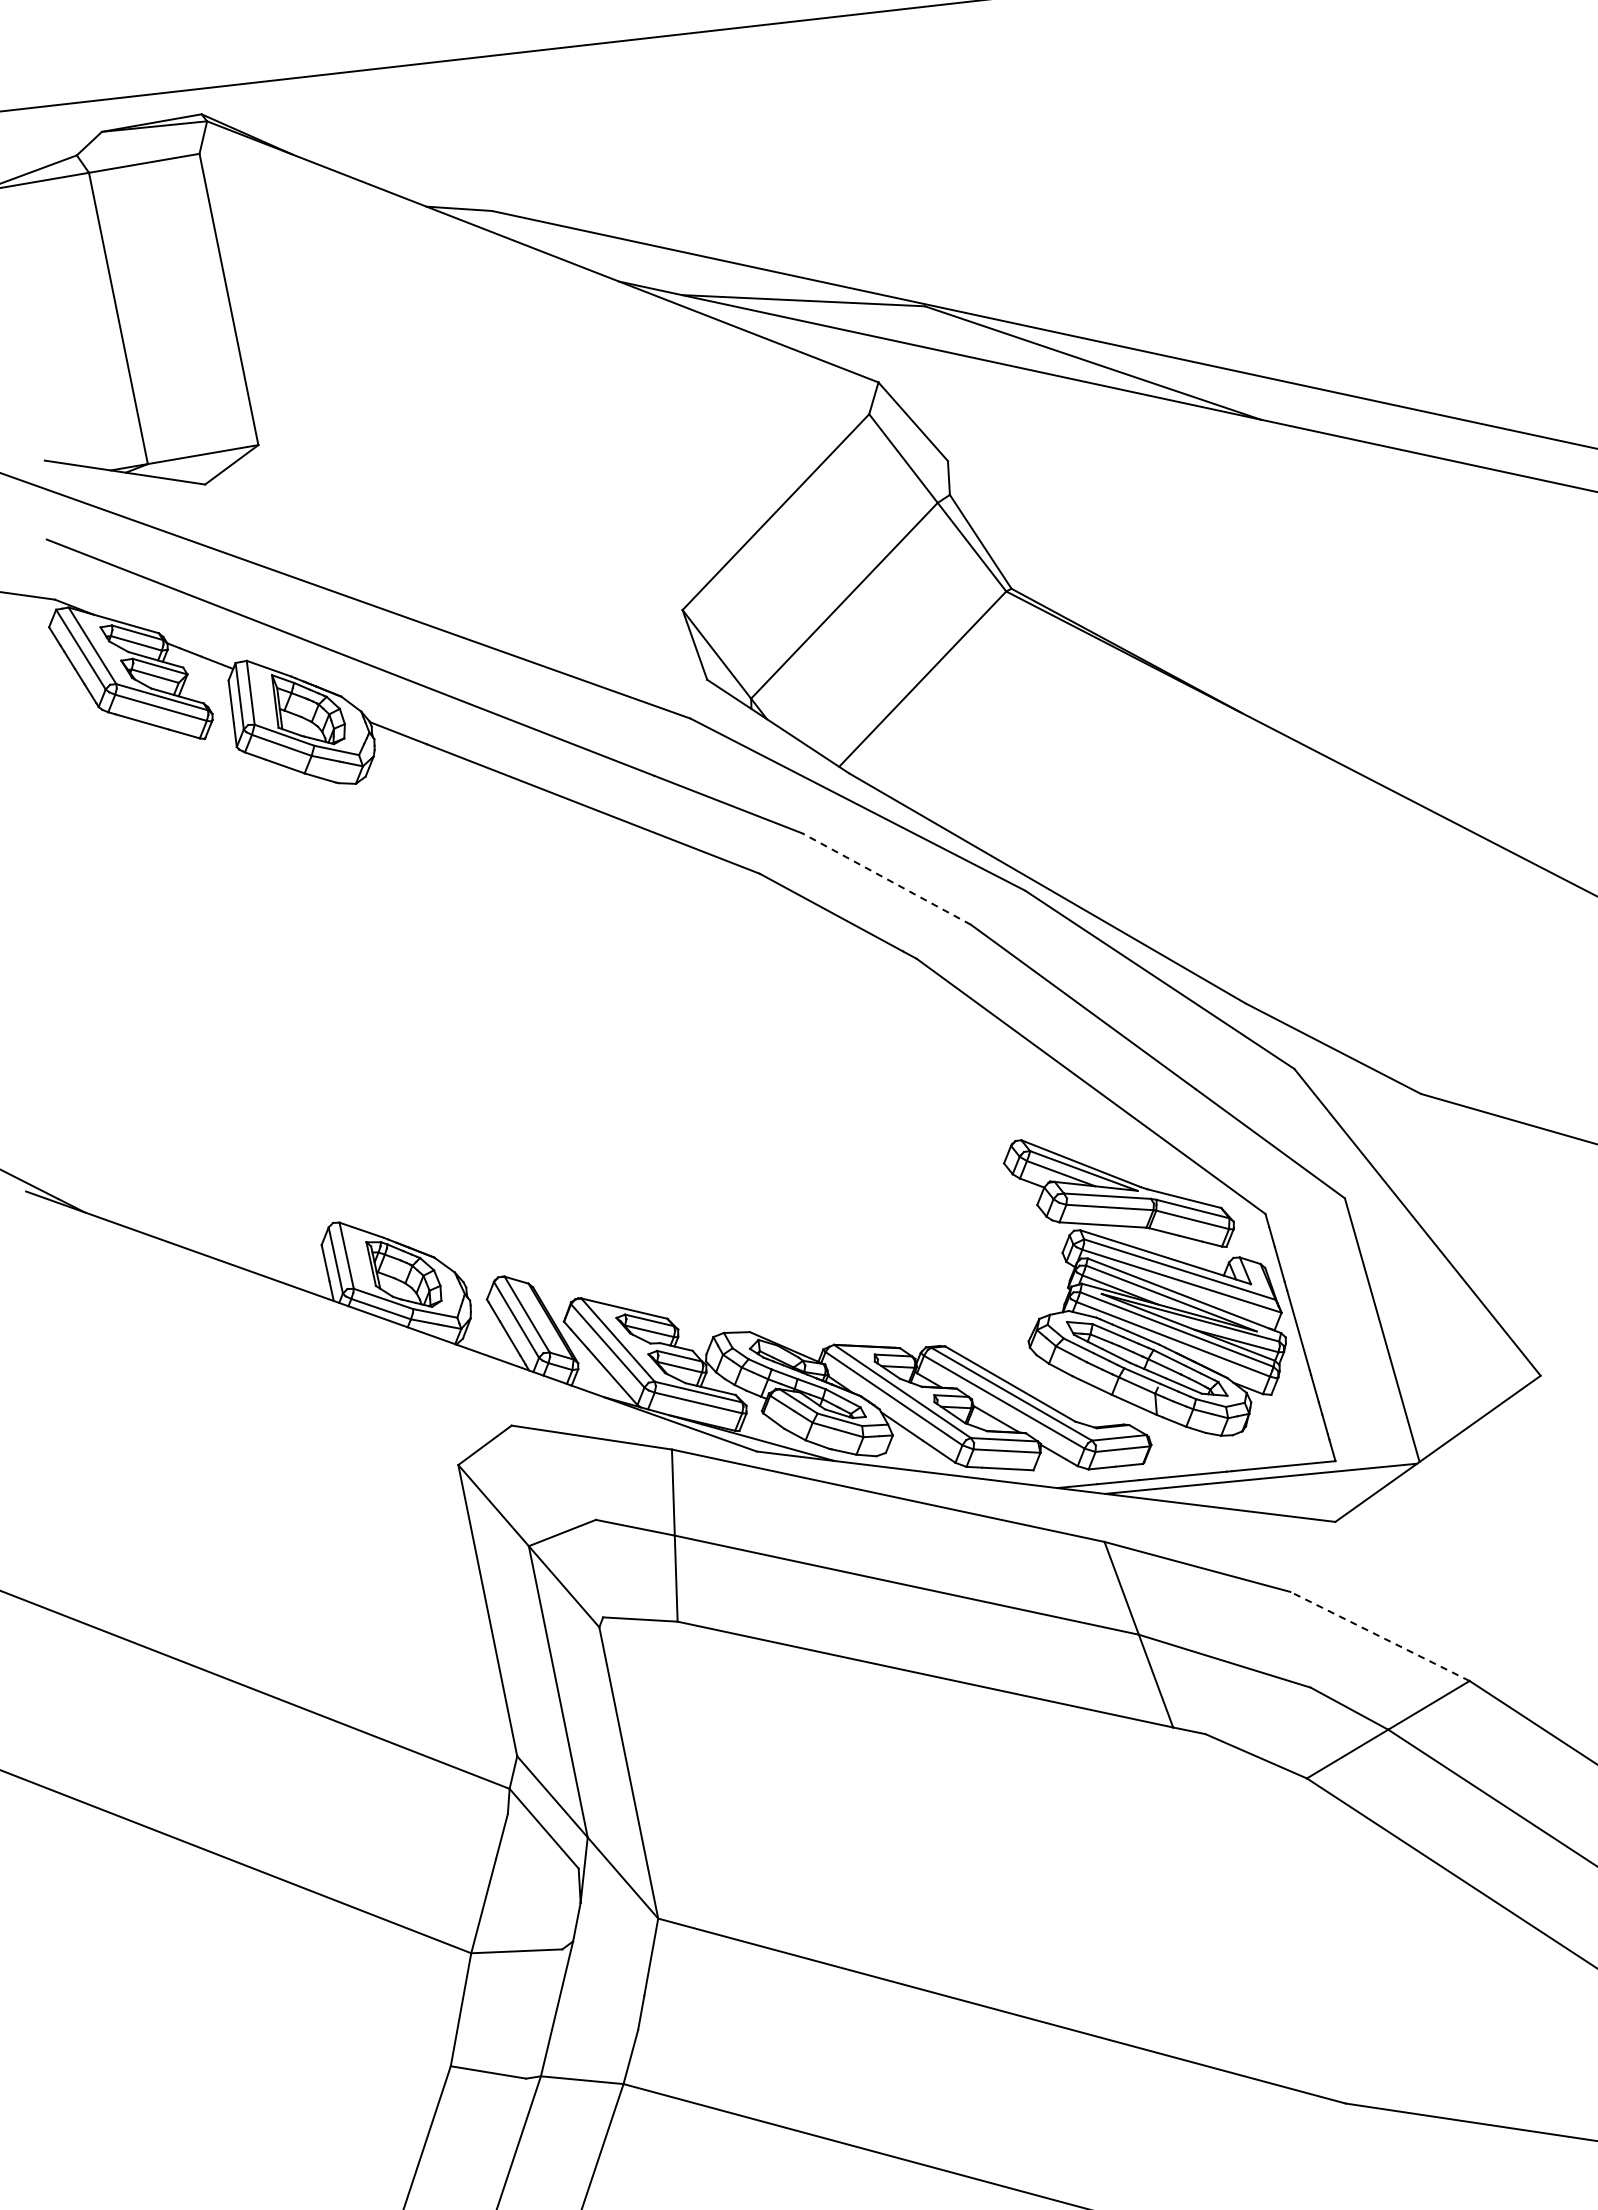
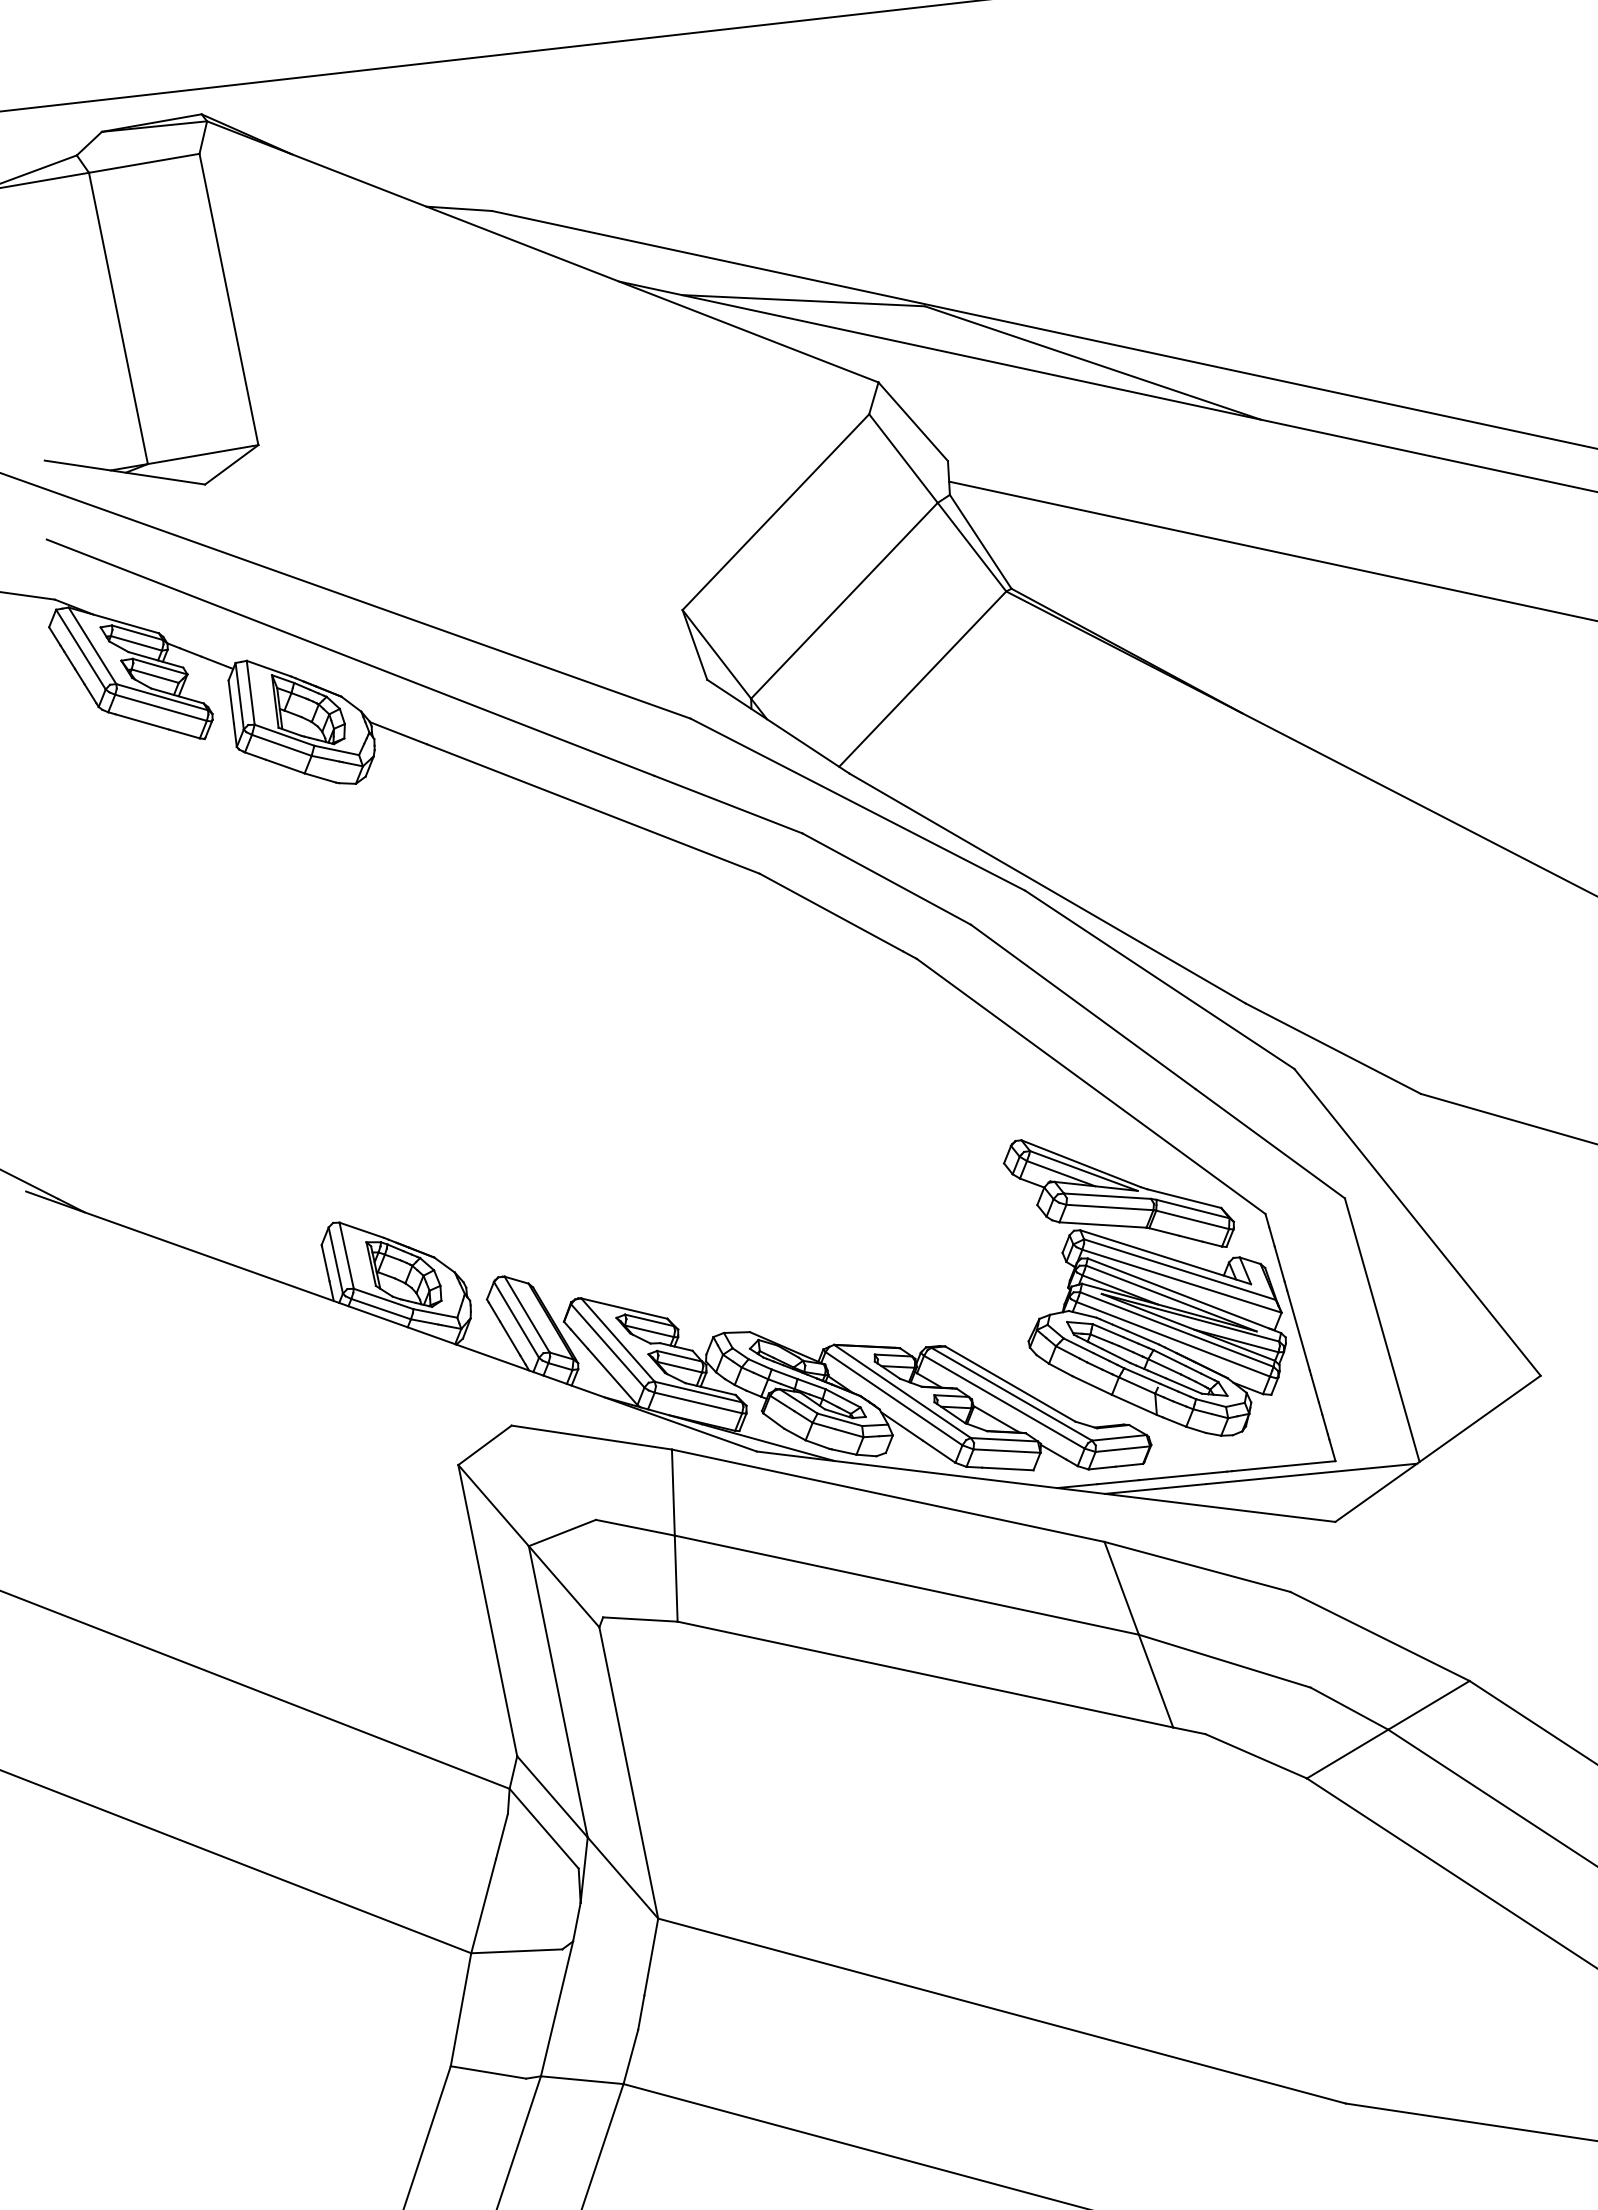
line at (1271, 550): none -> present
line at (886, 879): dashed -> solid
line at (1379, 1636): dashed -> solid
